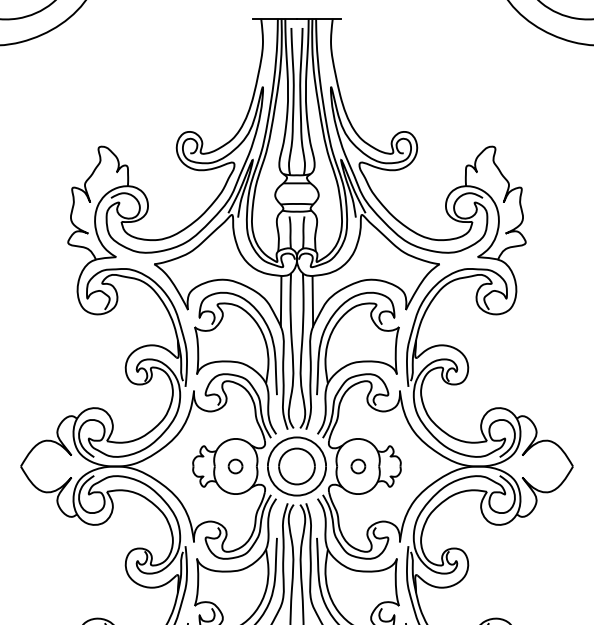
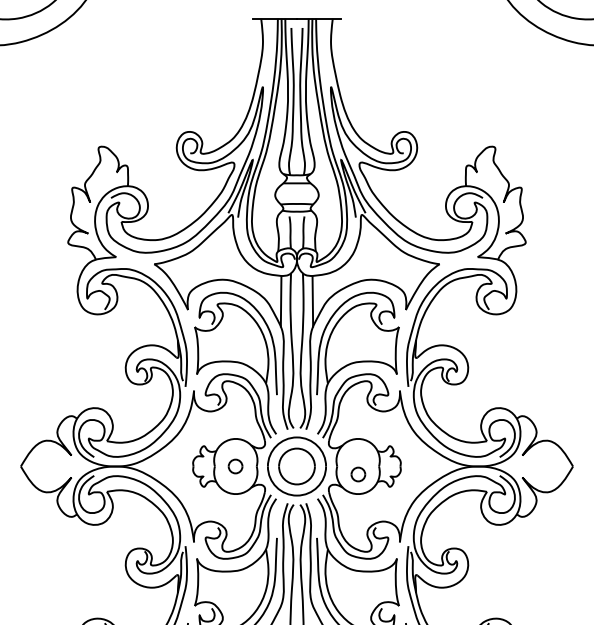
part at (358, 466) position: (358, 466) -> (358, 474)
